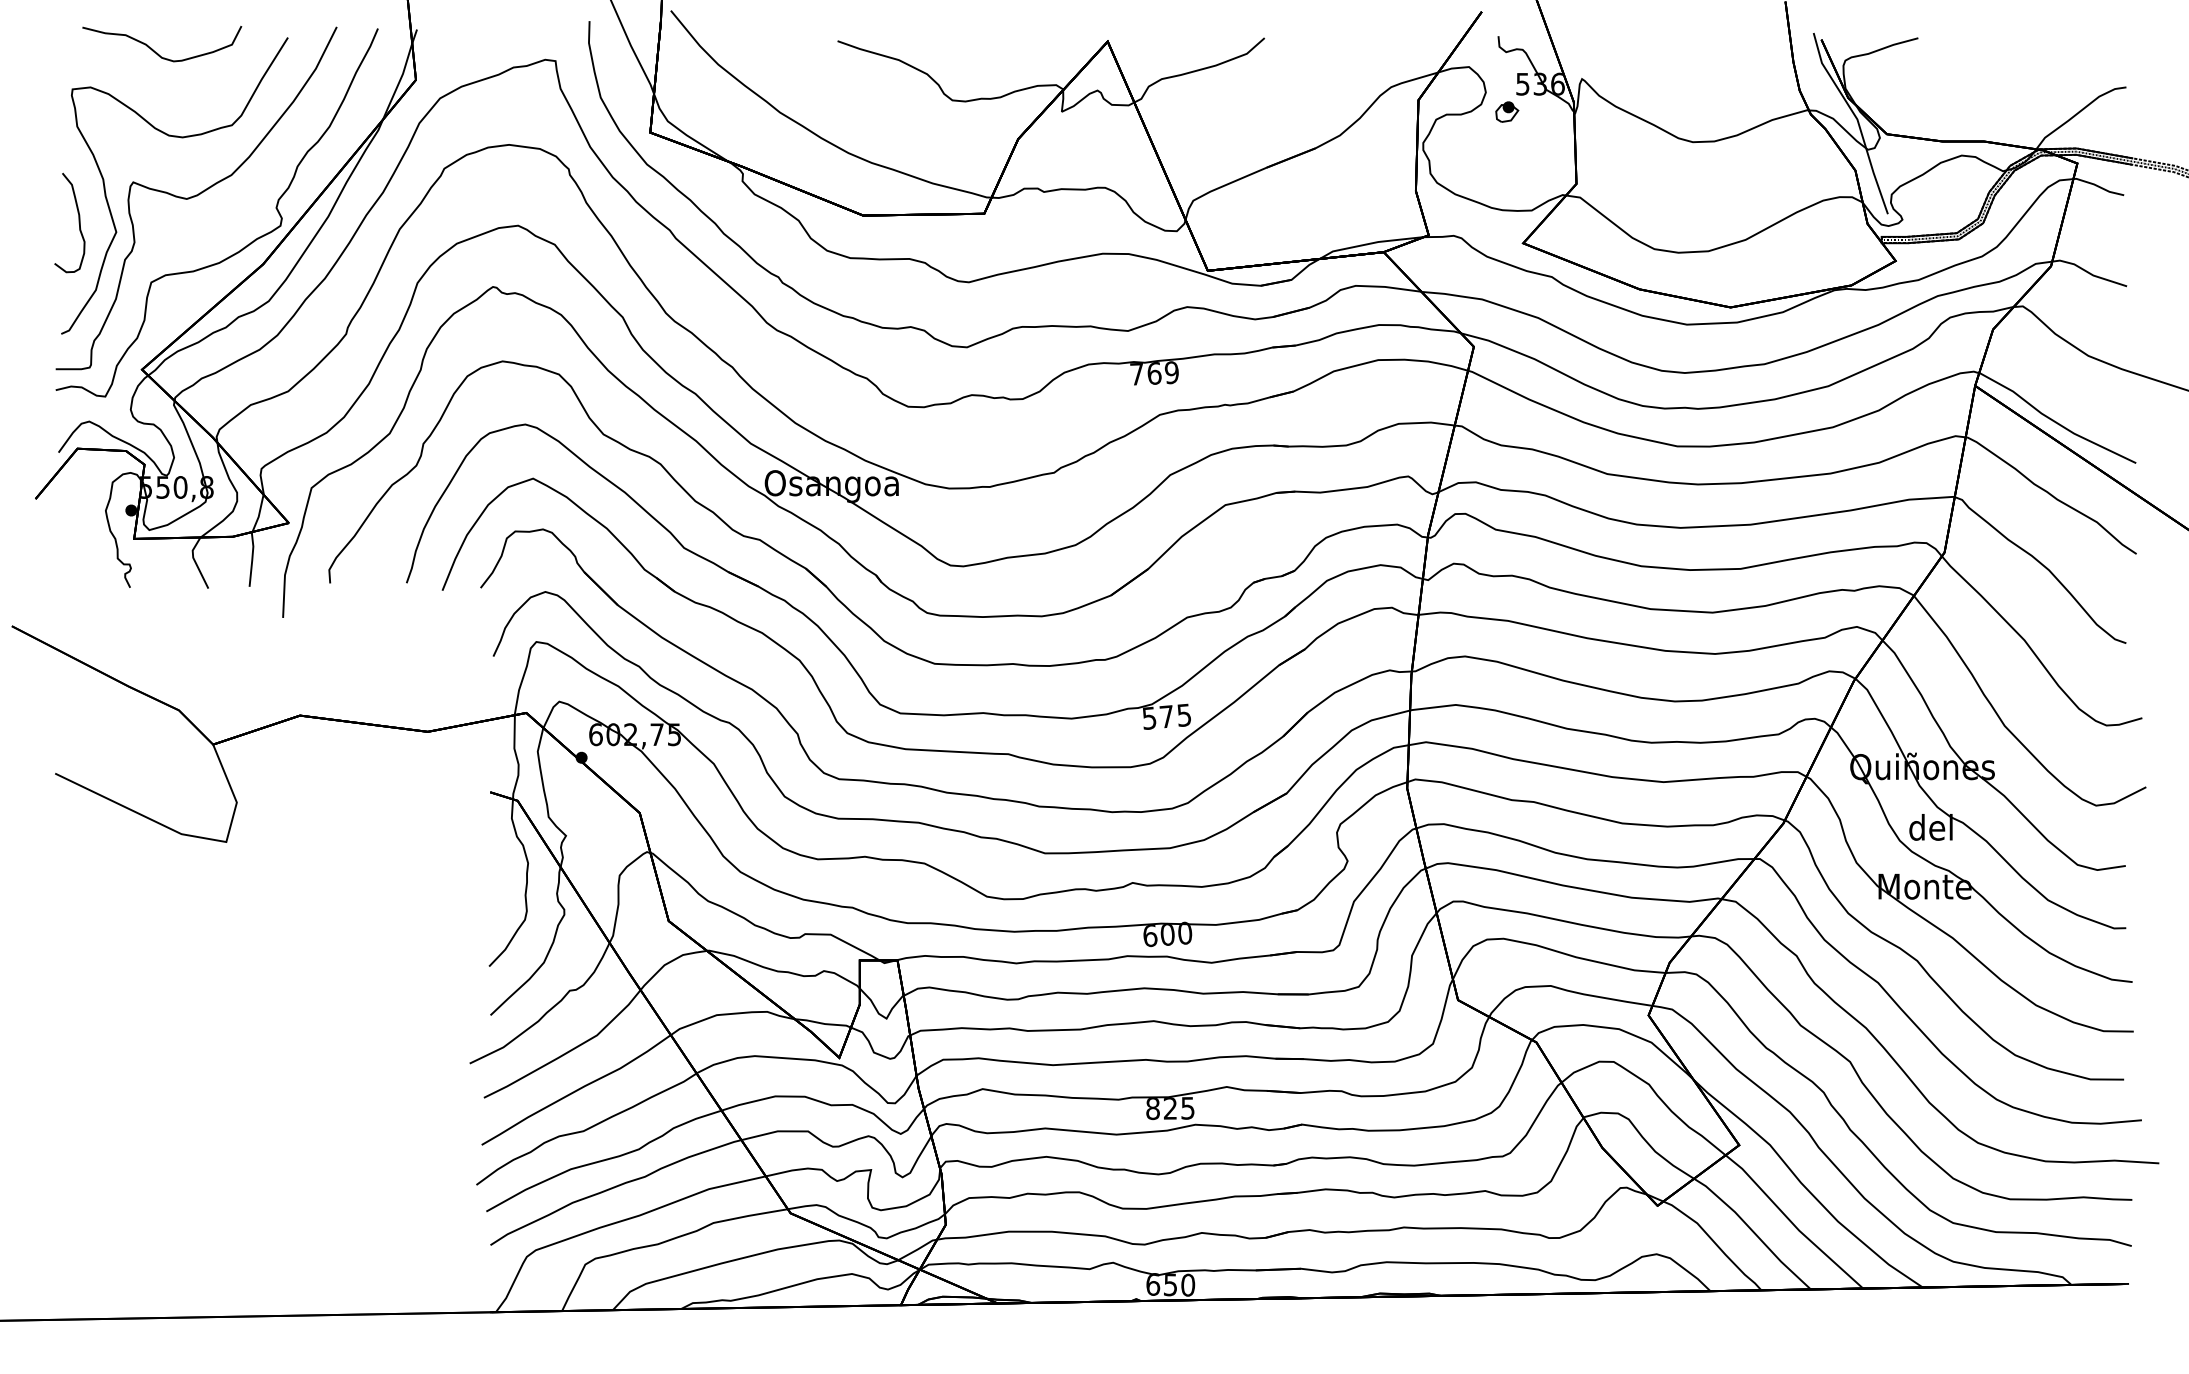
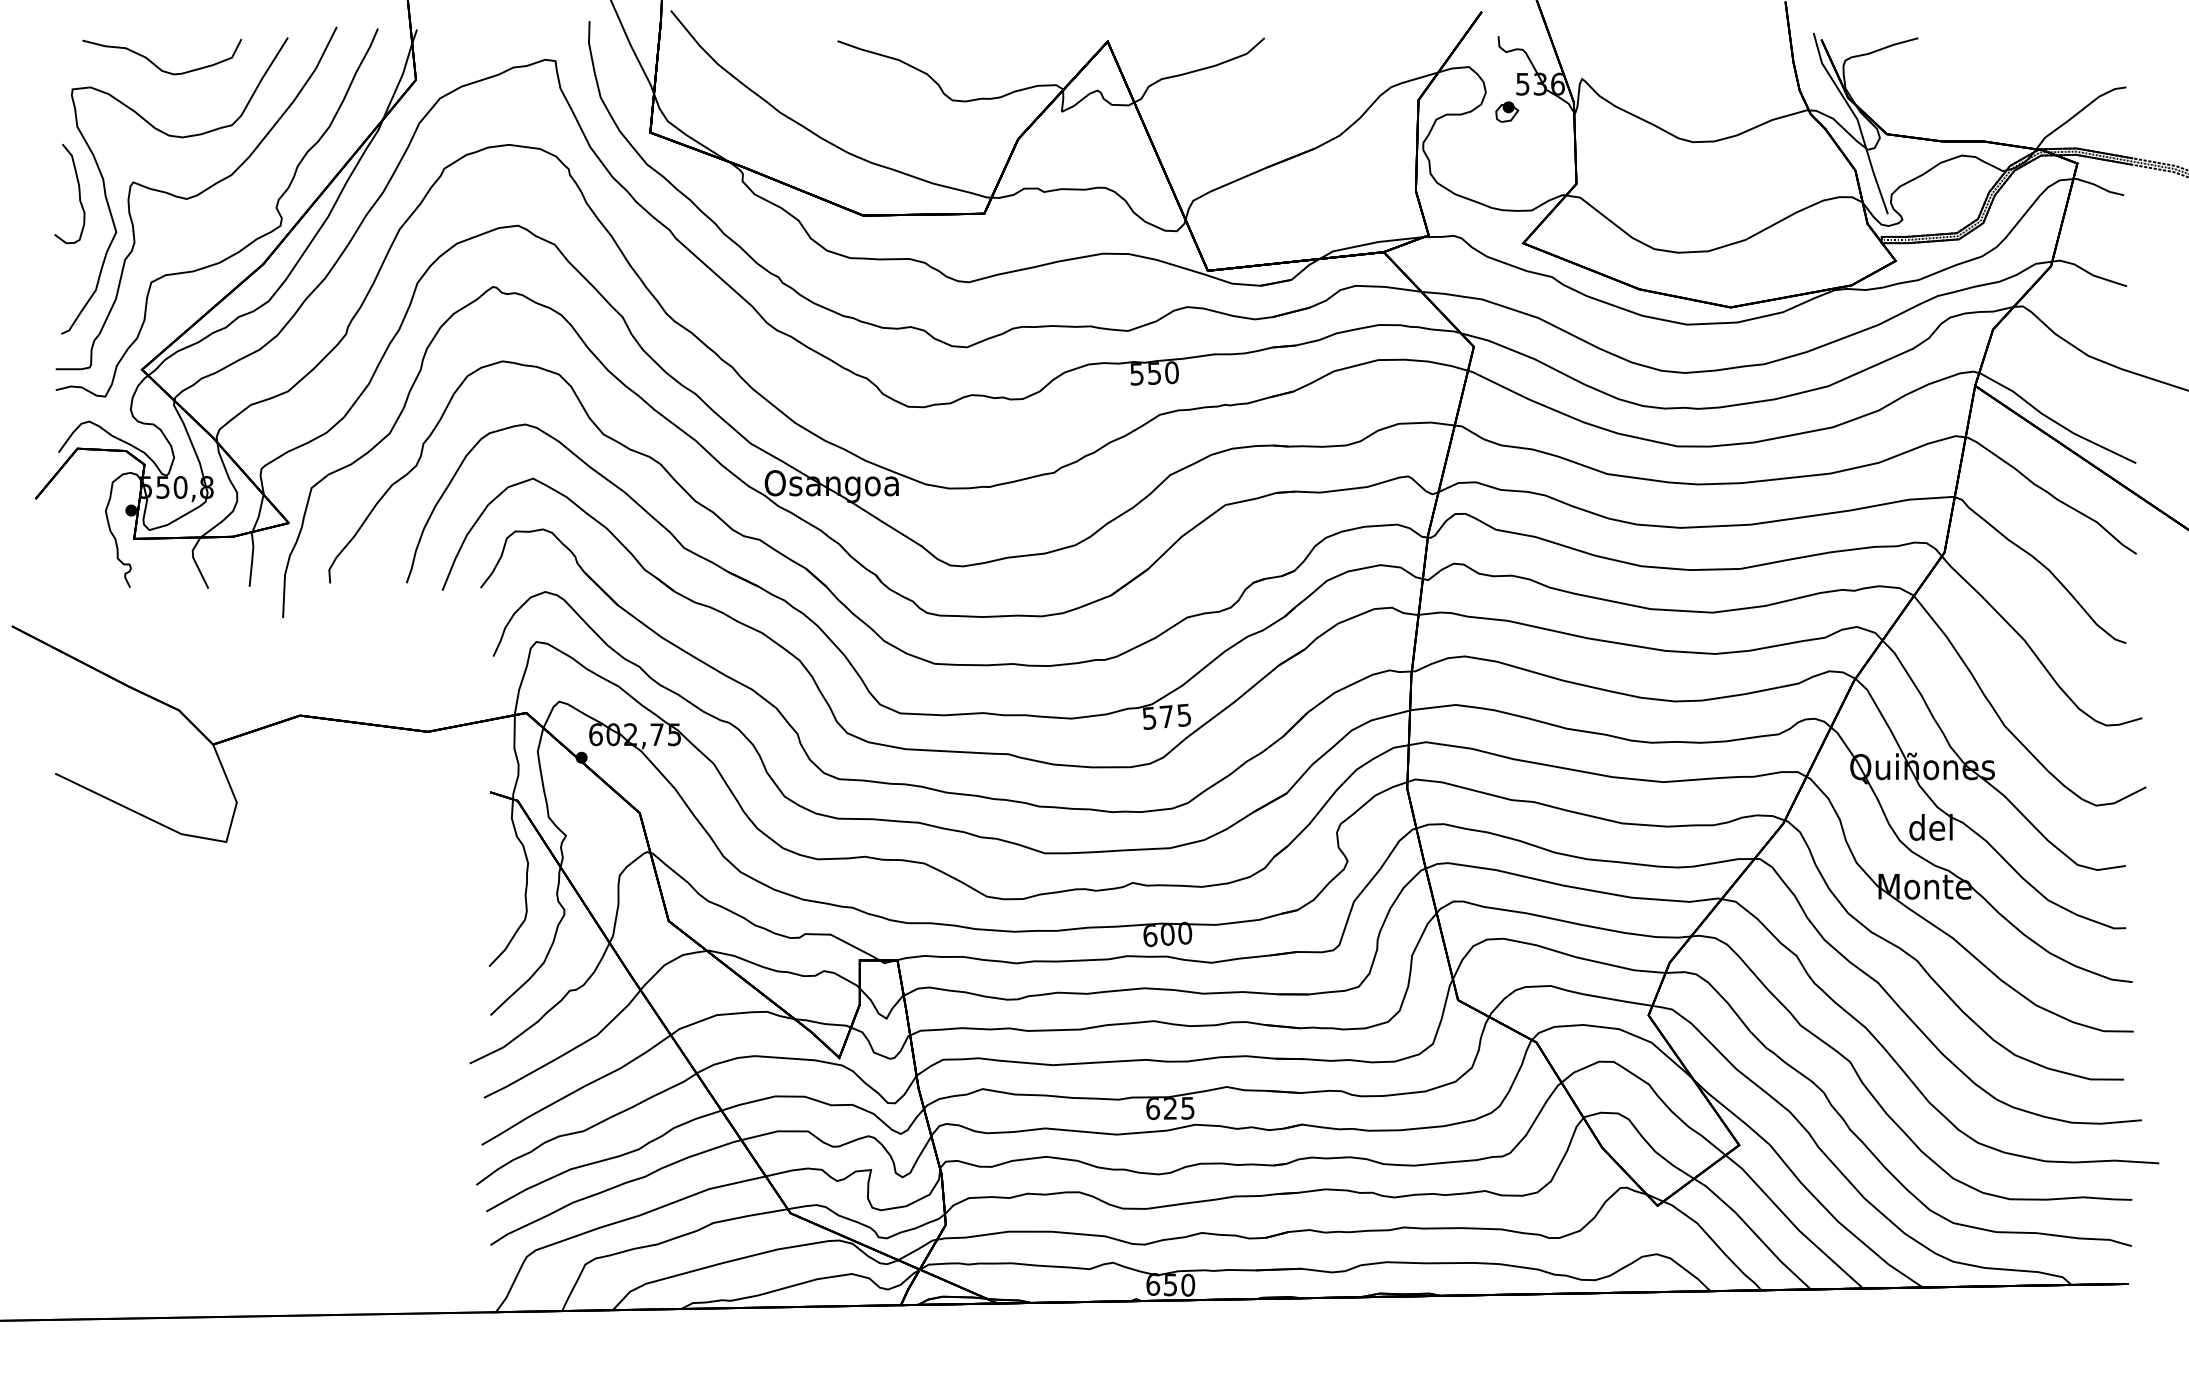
curve at (157, 52) position: (157, 52) -> (157, 65)
curve at (78, 222) position: (78, 222) -> (78, 193)
text at (1154, 373): 769 -> 550
text at (1153, 1108): 825 -> 625
